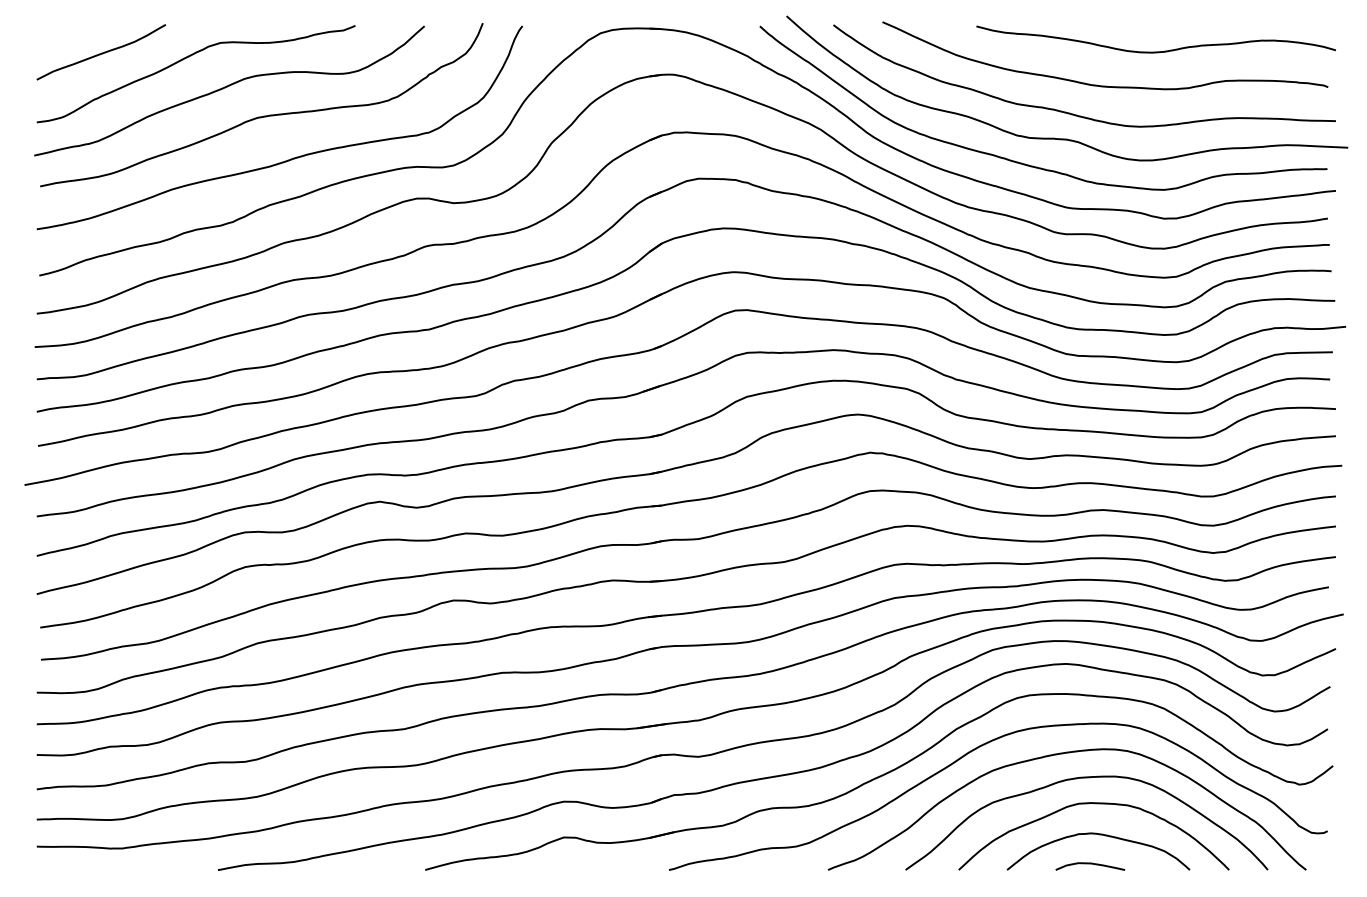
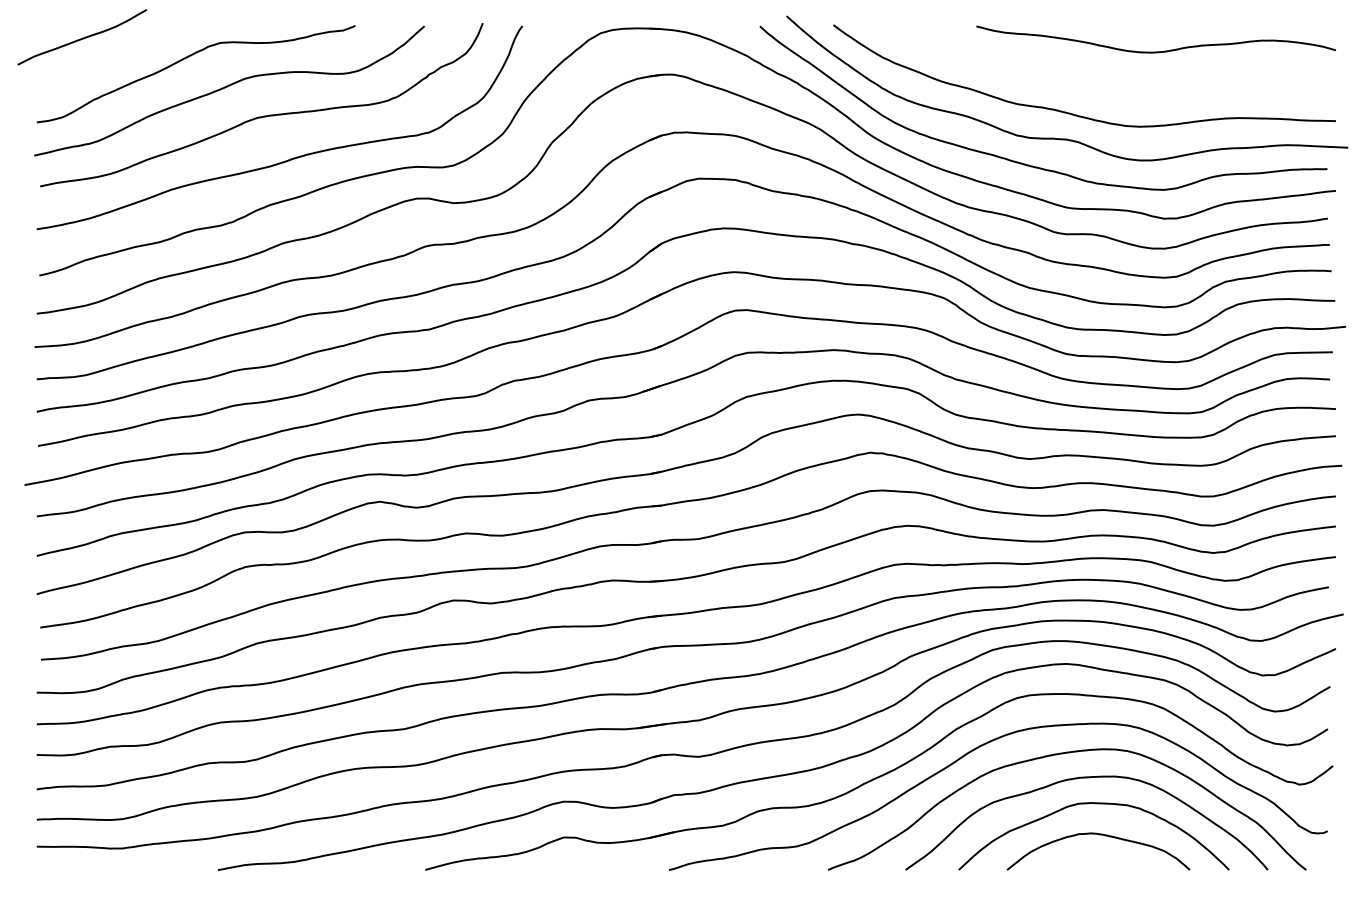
curve at (101, 52) position: (101, 52) -> (82, 37)
curve at (1105, 85): present -> none
curve at (1090, 864): present -> none
